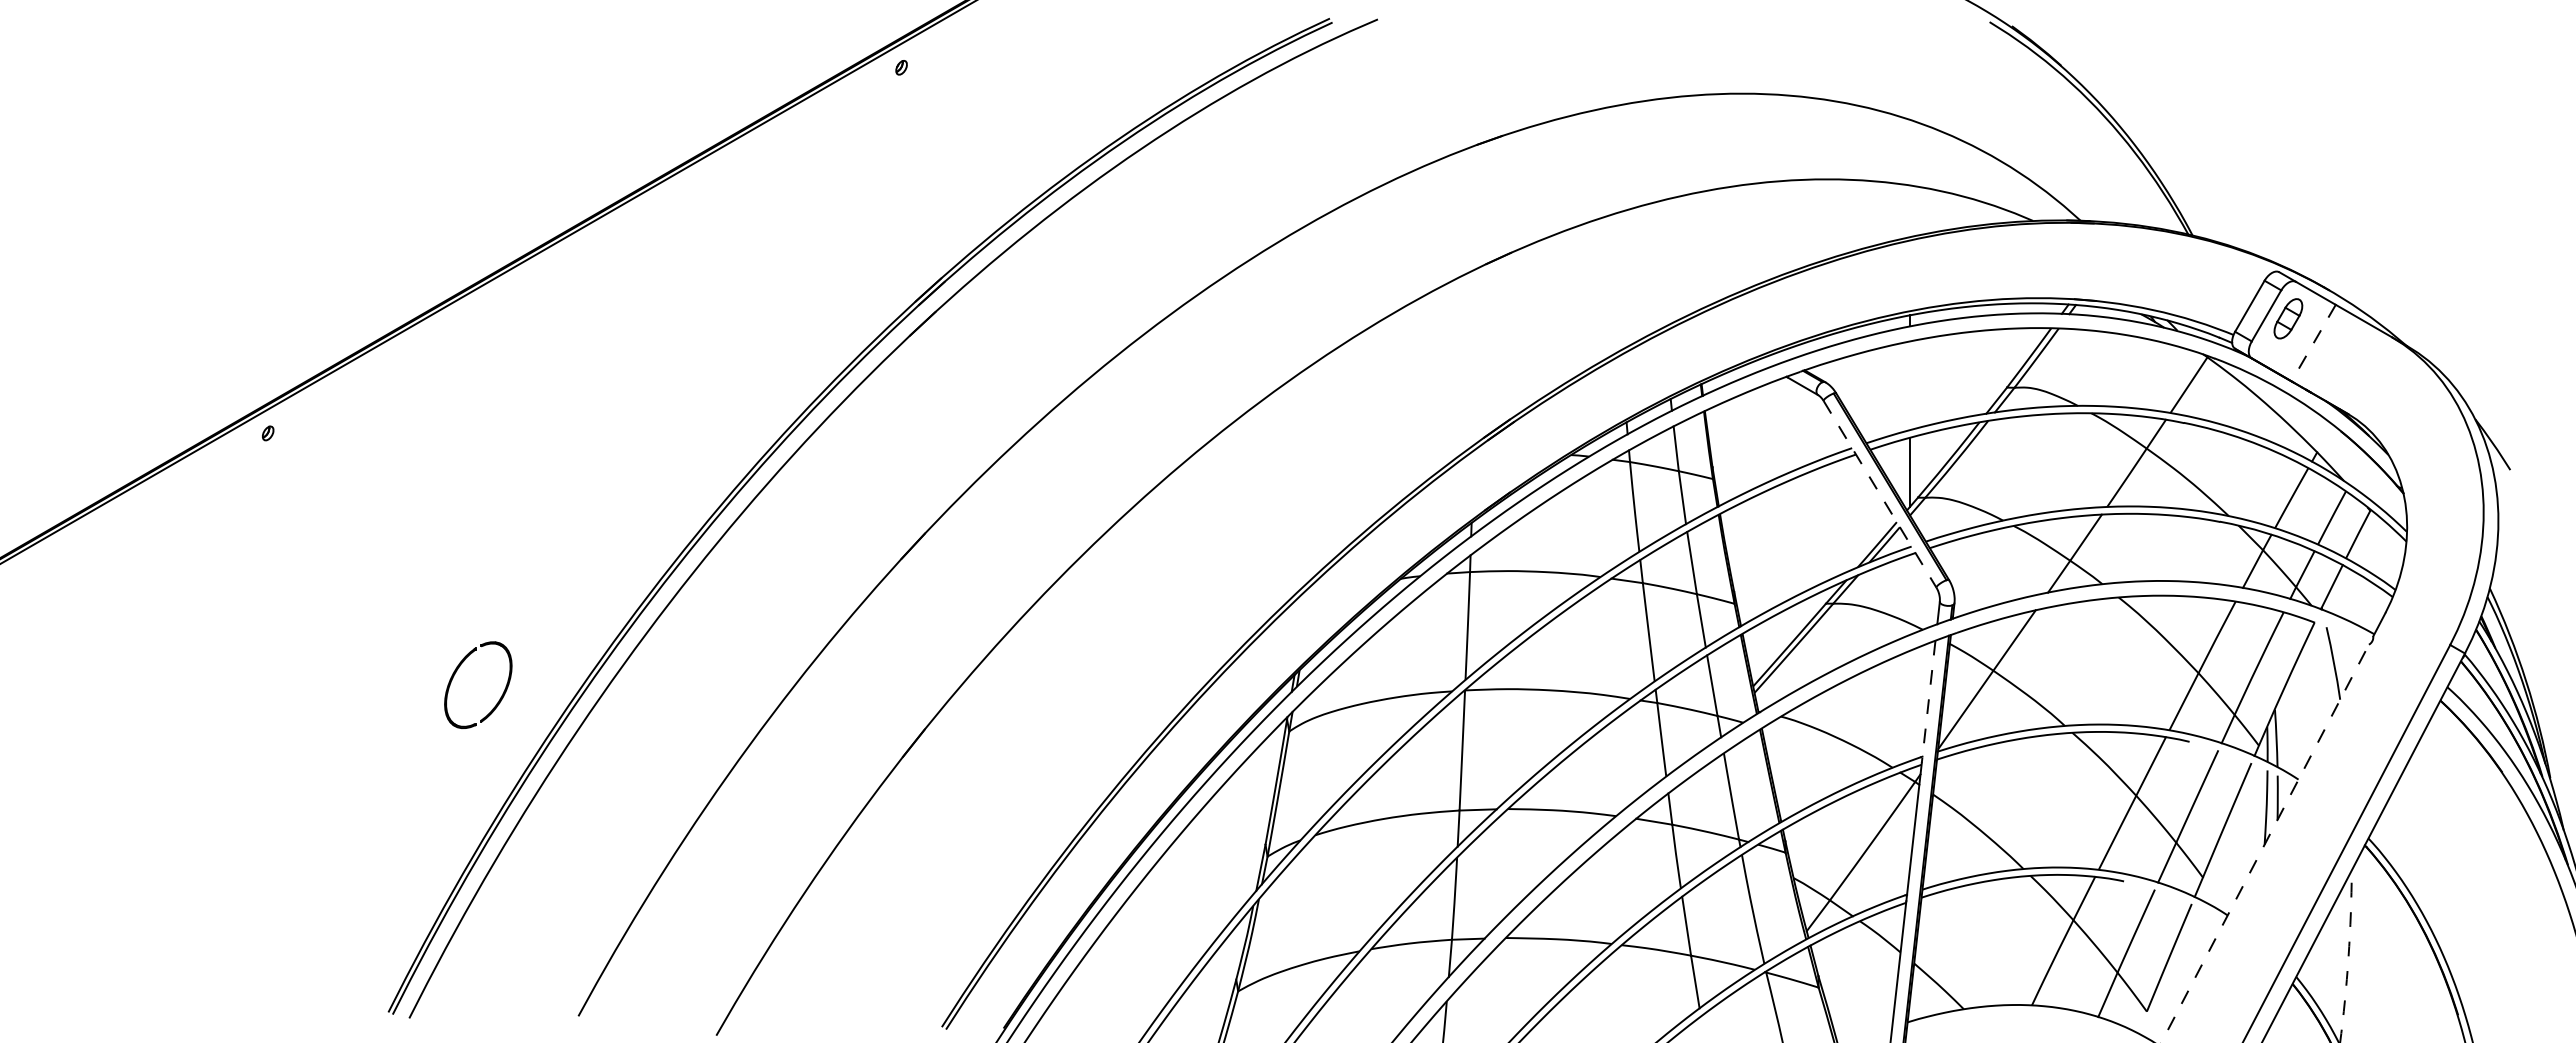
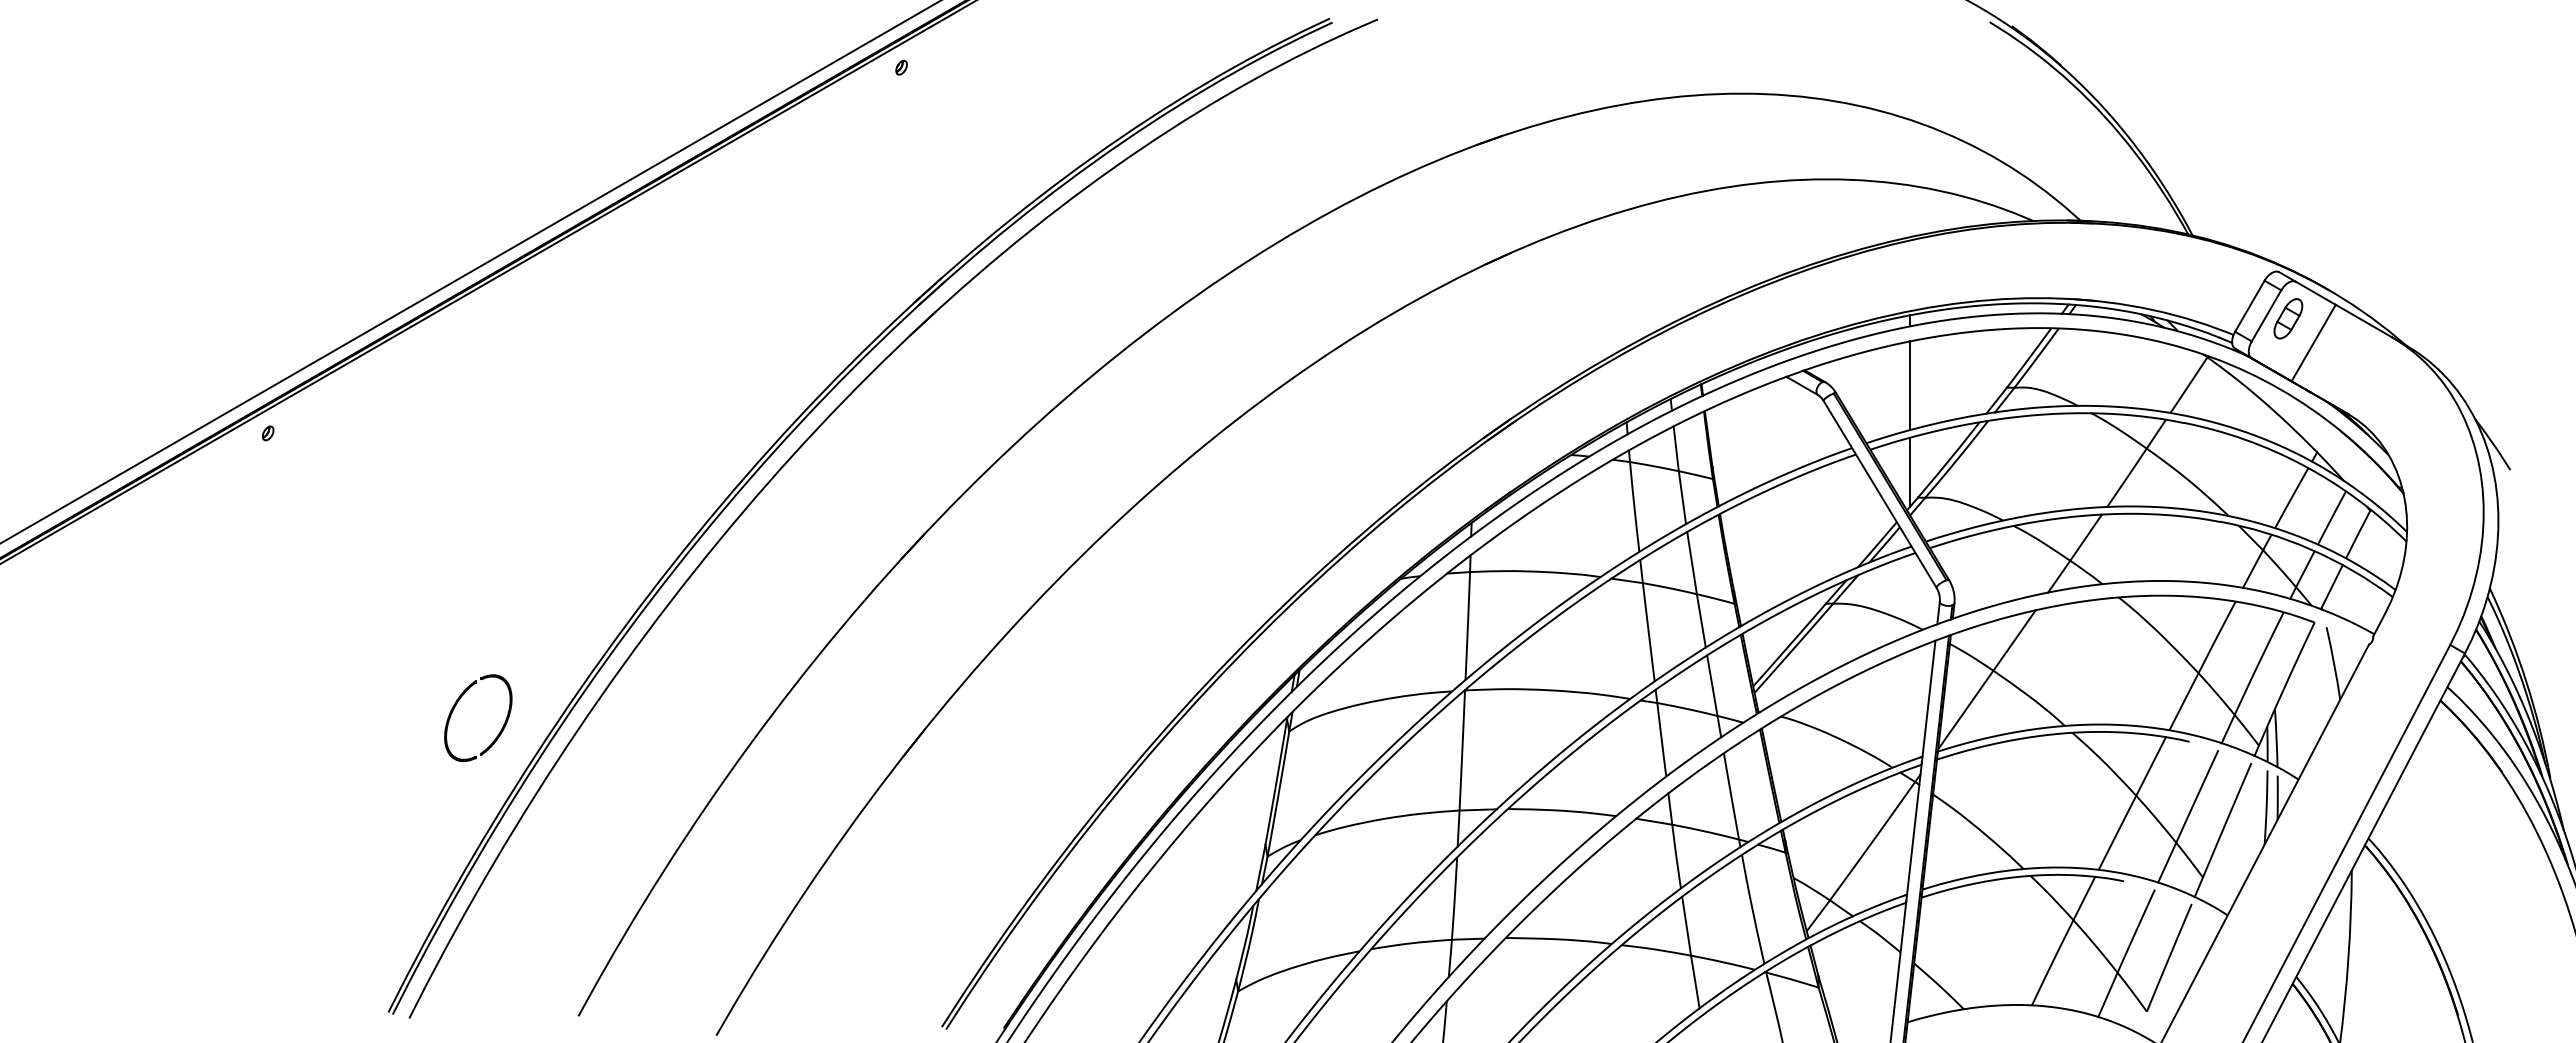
line at (469, 272): none -> present
line at (2313, 343): dashed -> solid
line at (1910, 385): none -> present
line at (1880, 494): dashed -> solid
part at (458, 669) position: (458, 669) -> (458, 702)
line at (1928, 701): dashed -> solid
line at (2265, 843): dashed -> solid
arc at (2348, 956): dashed -> solid
